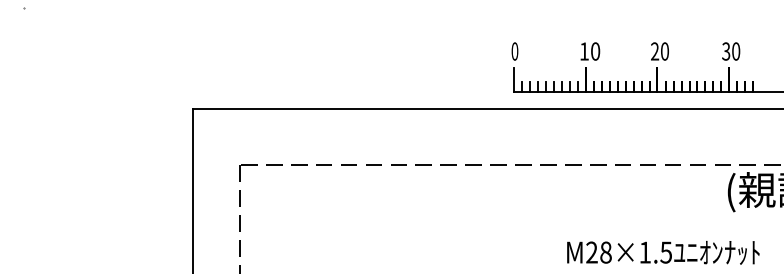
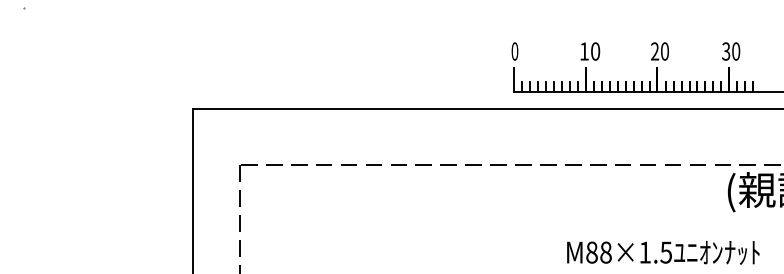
text at (591, 252): M28×1.5 -> M88×1.5
